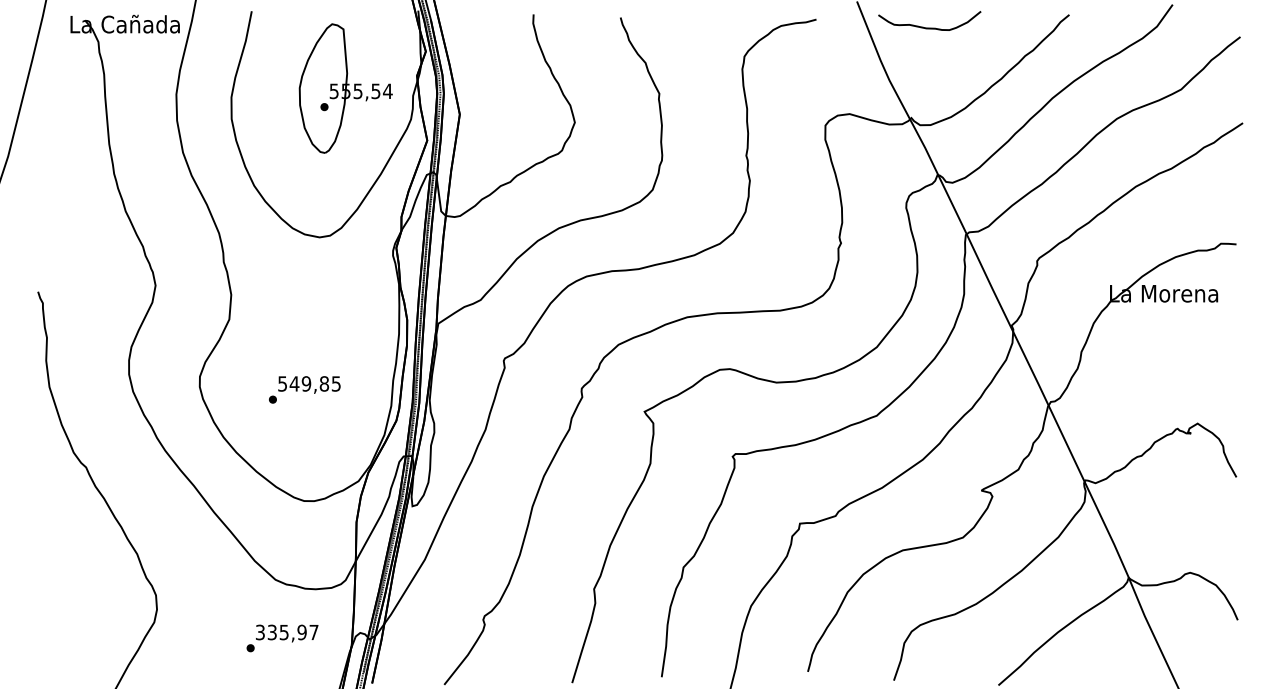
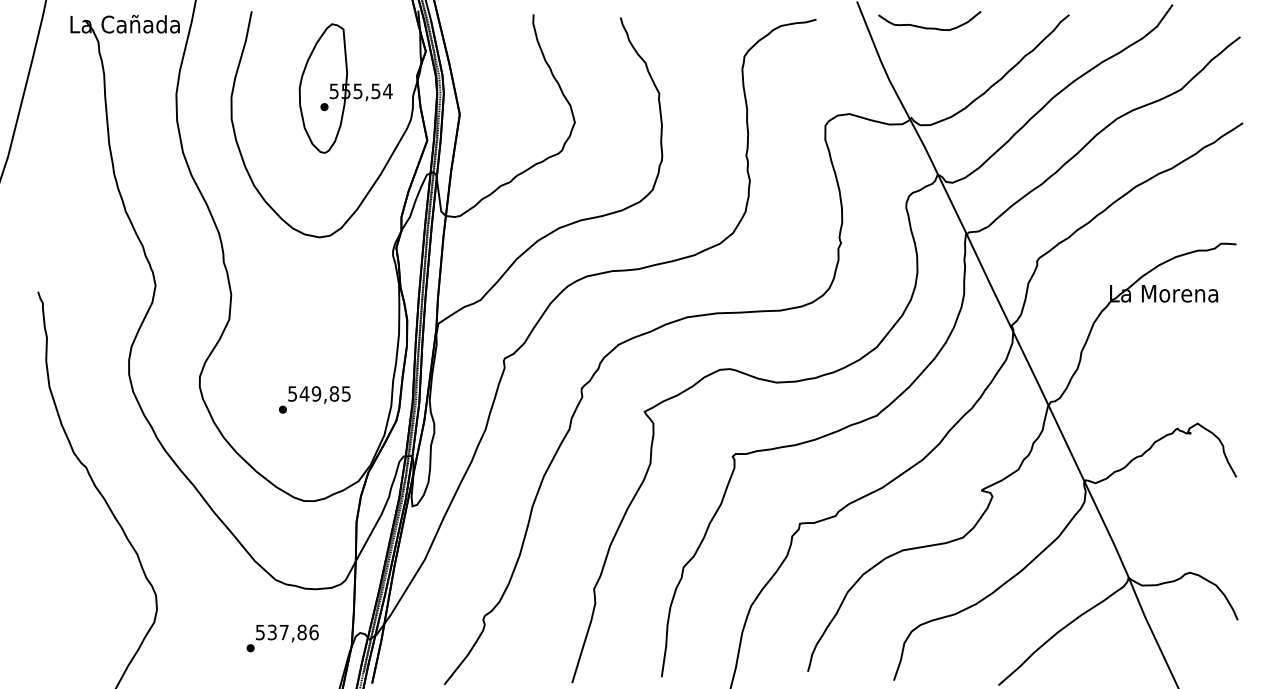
text at (304, 389) position: (304, 389) -> (314, 399)
text at (287, 632): 335,97 -> 537,86
